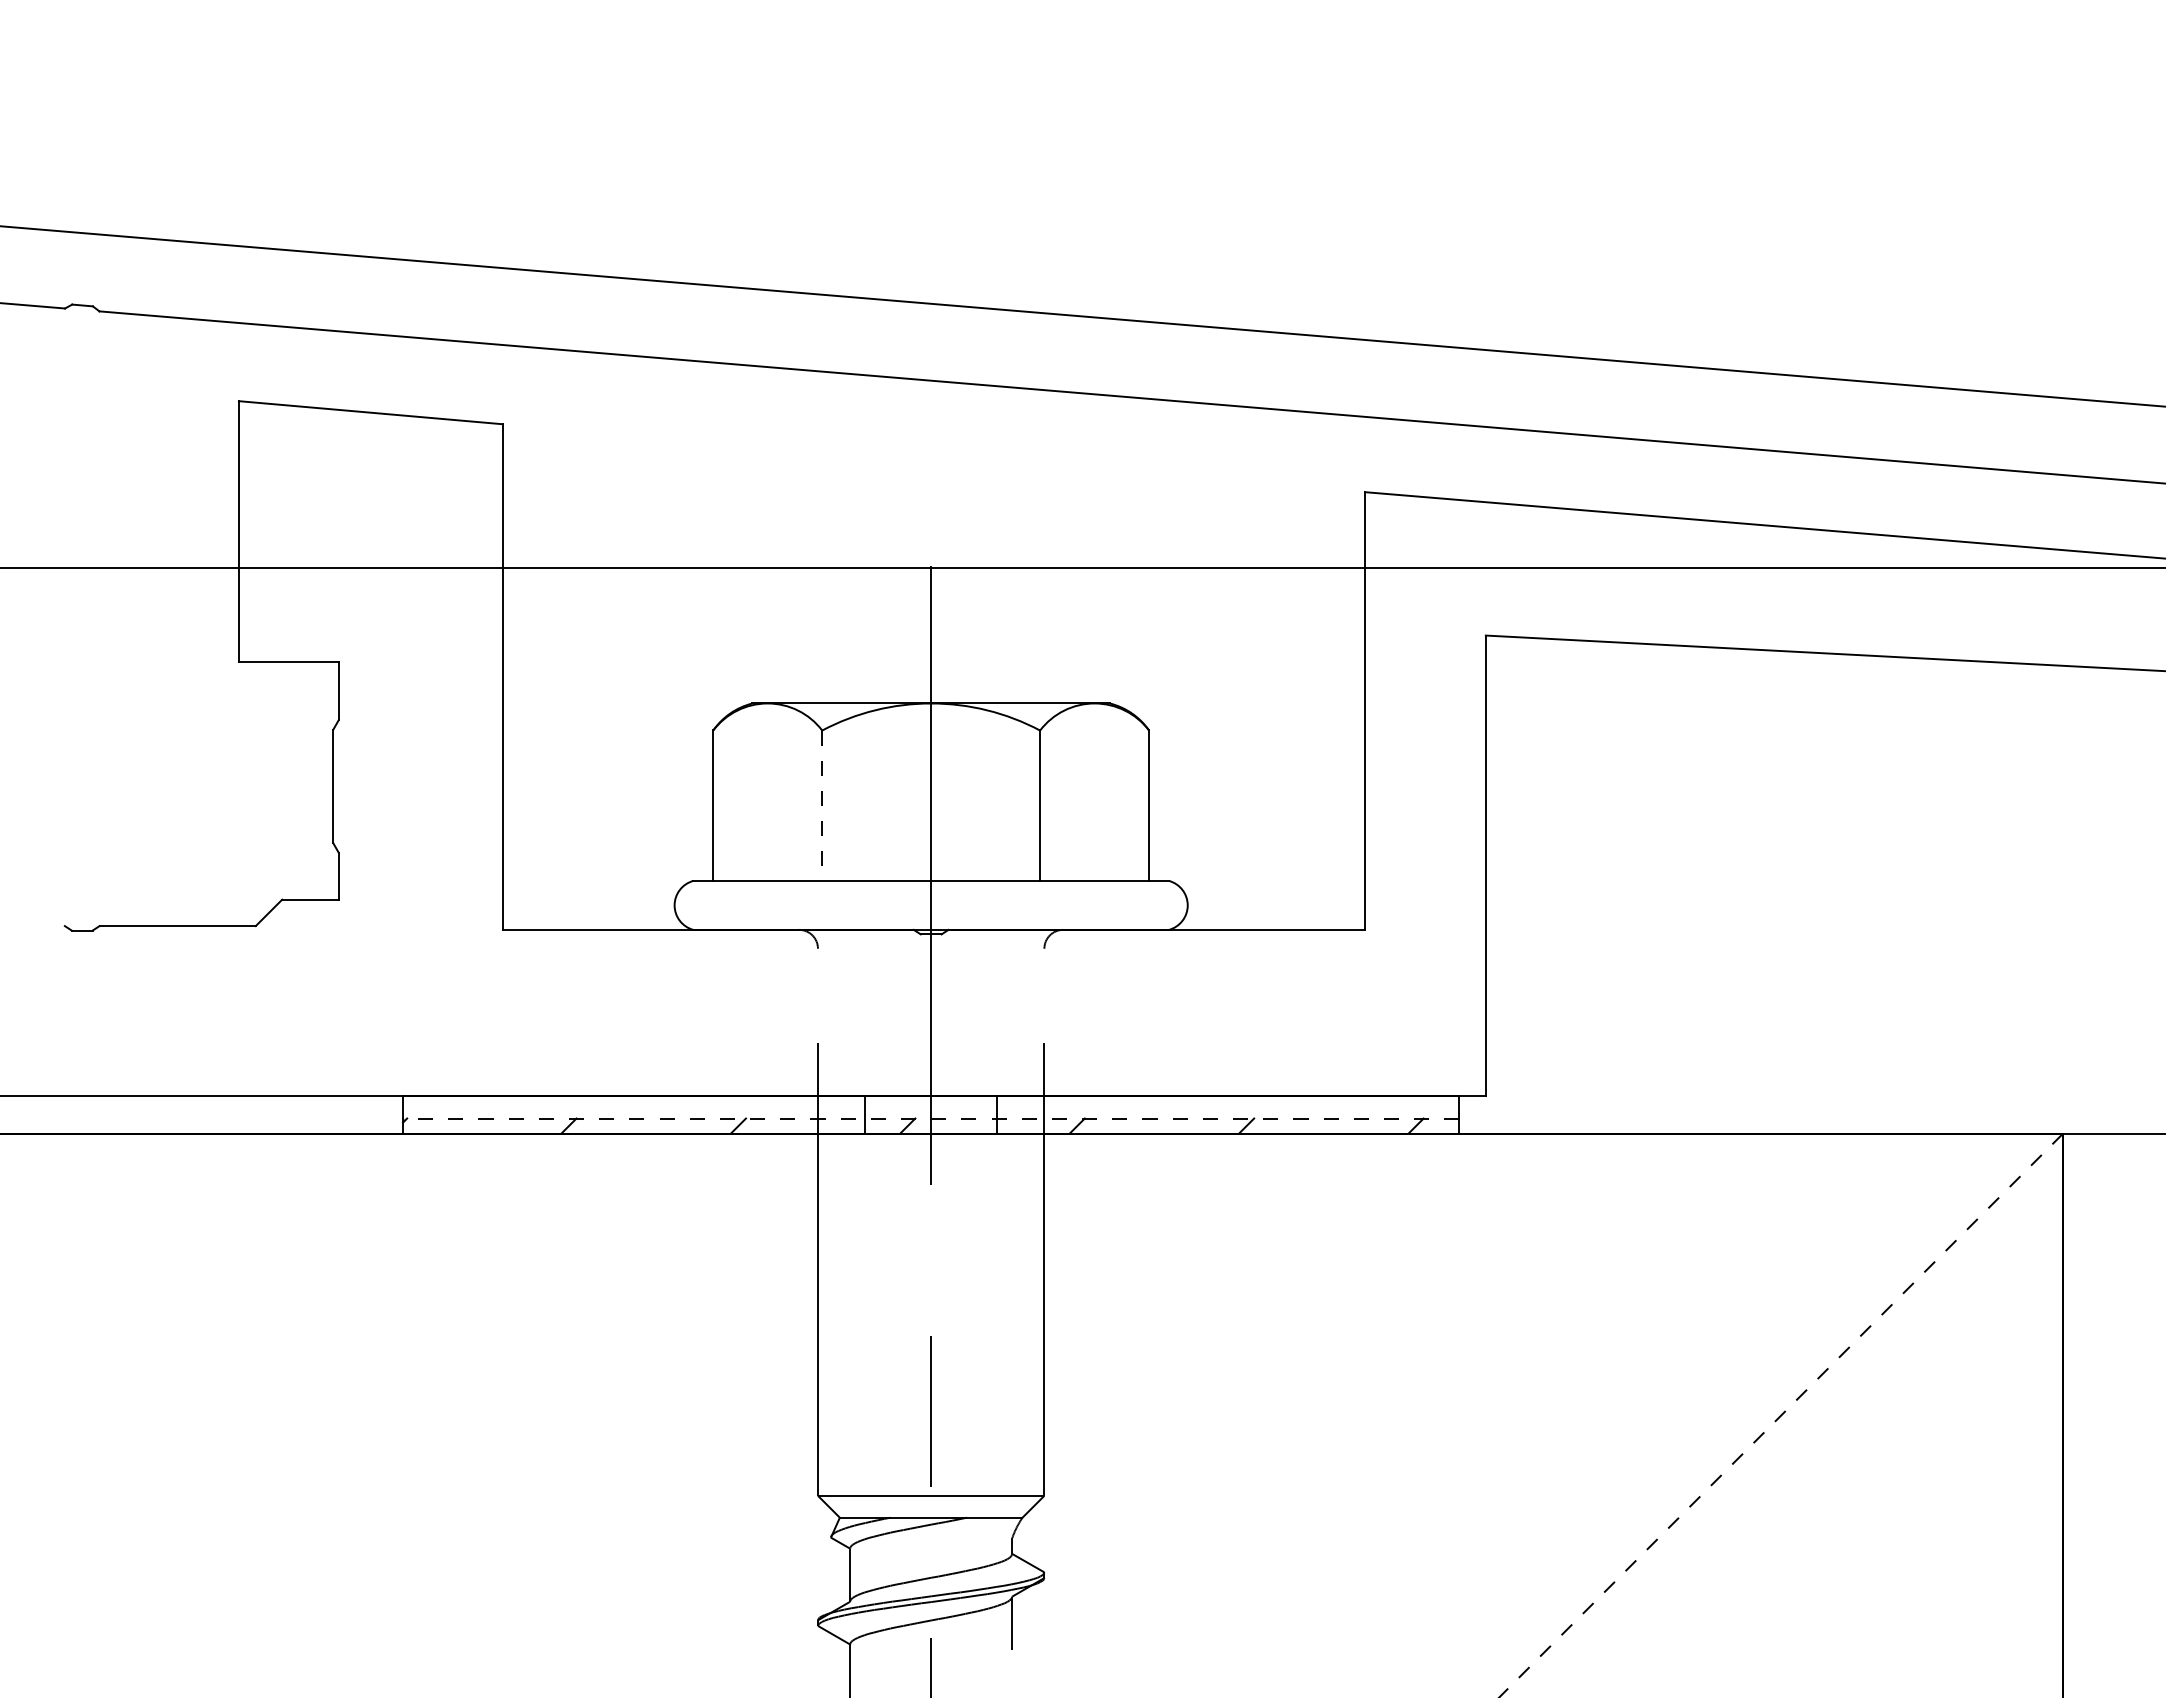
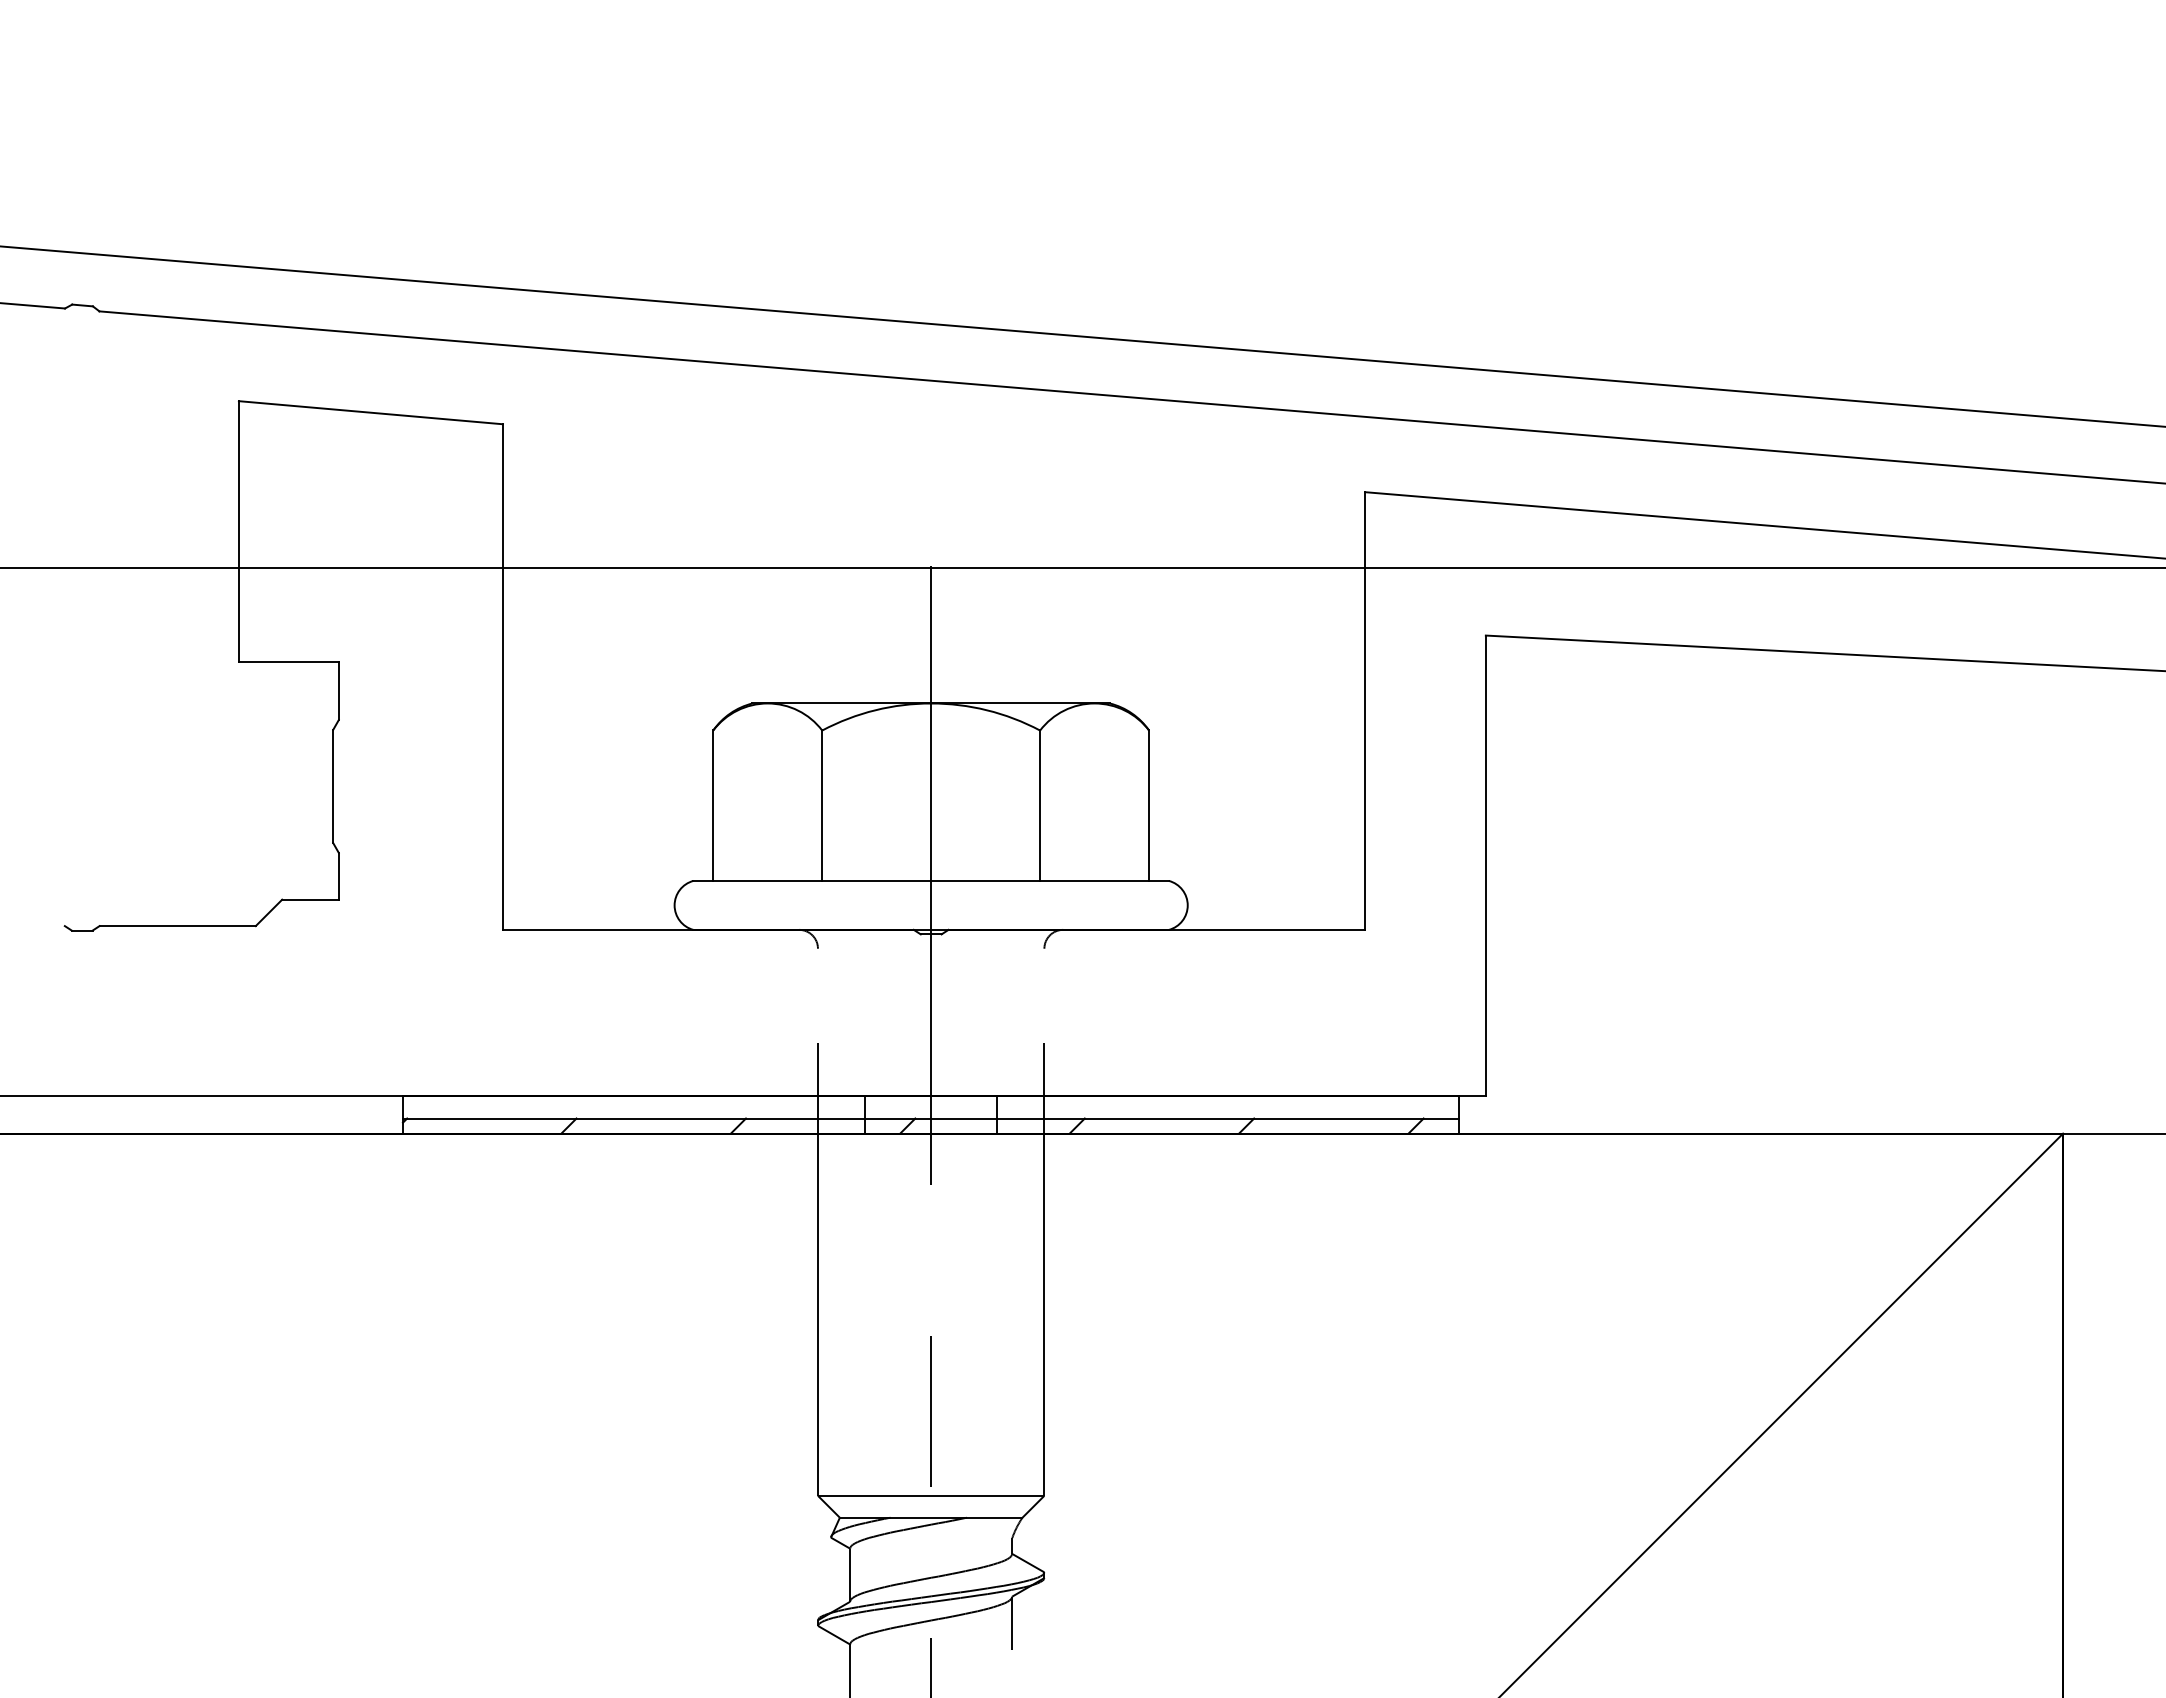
line at (1082, 316) position: (1082, 316) -> (1082, 336)
line at (822, 806): dashed -> solid
line at (930, 1118): dashed -> solid
line at (1780, 1415): dashed -> solid
